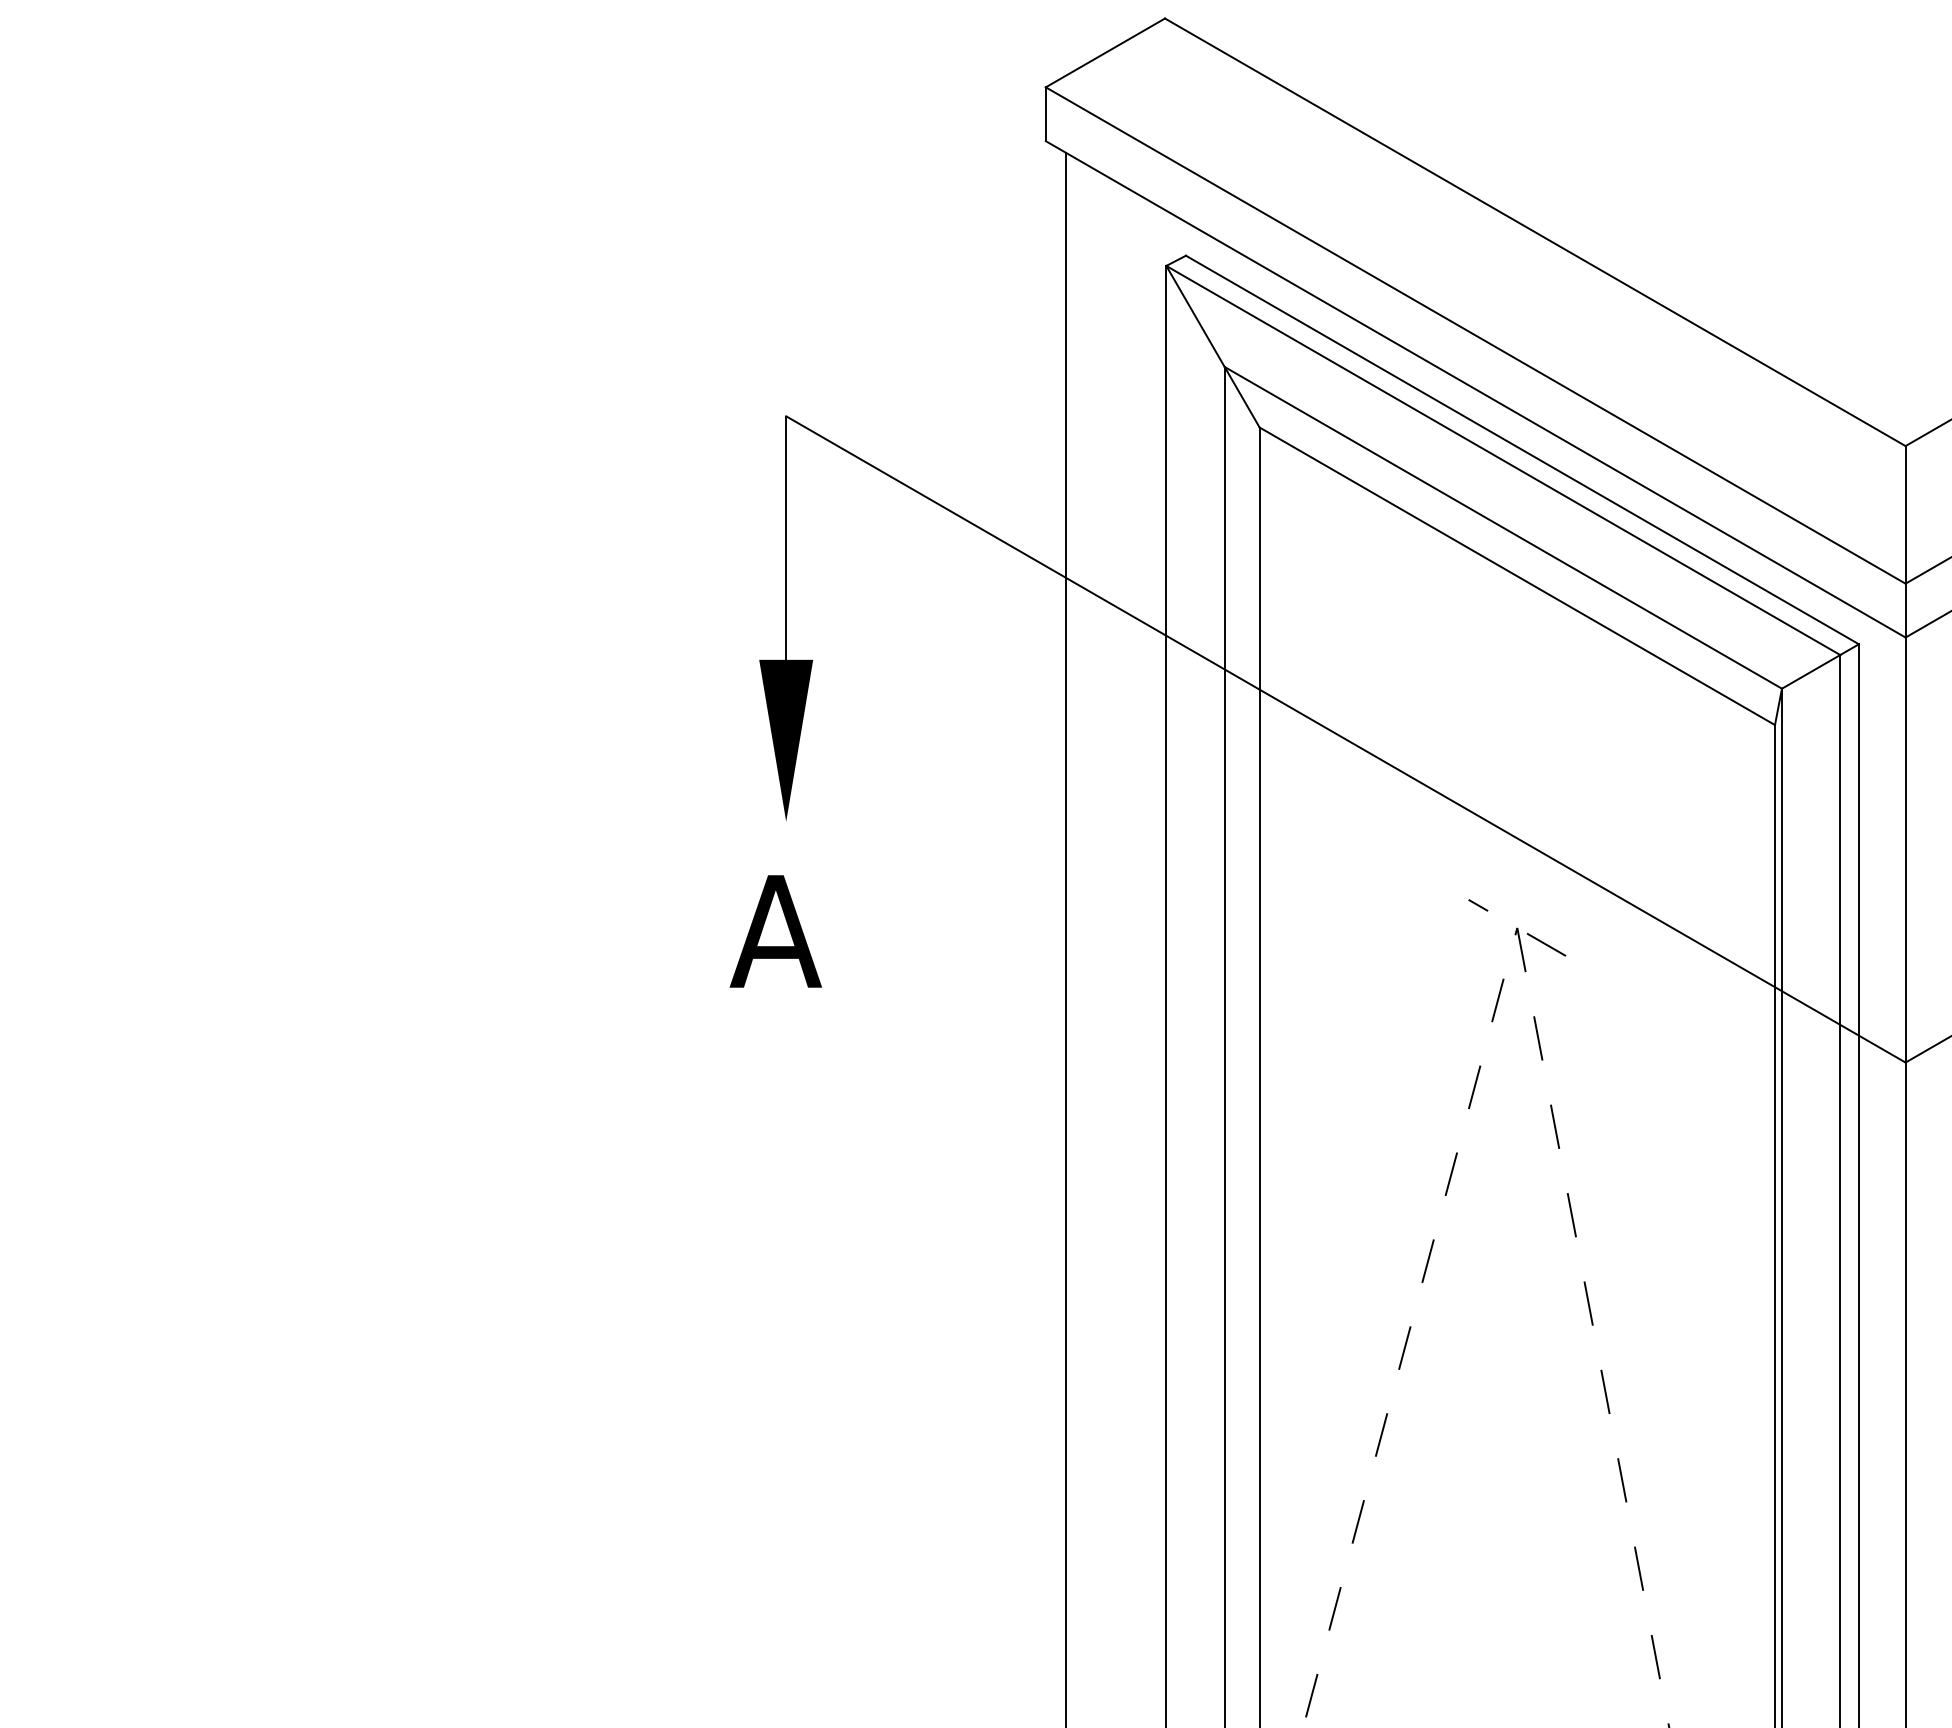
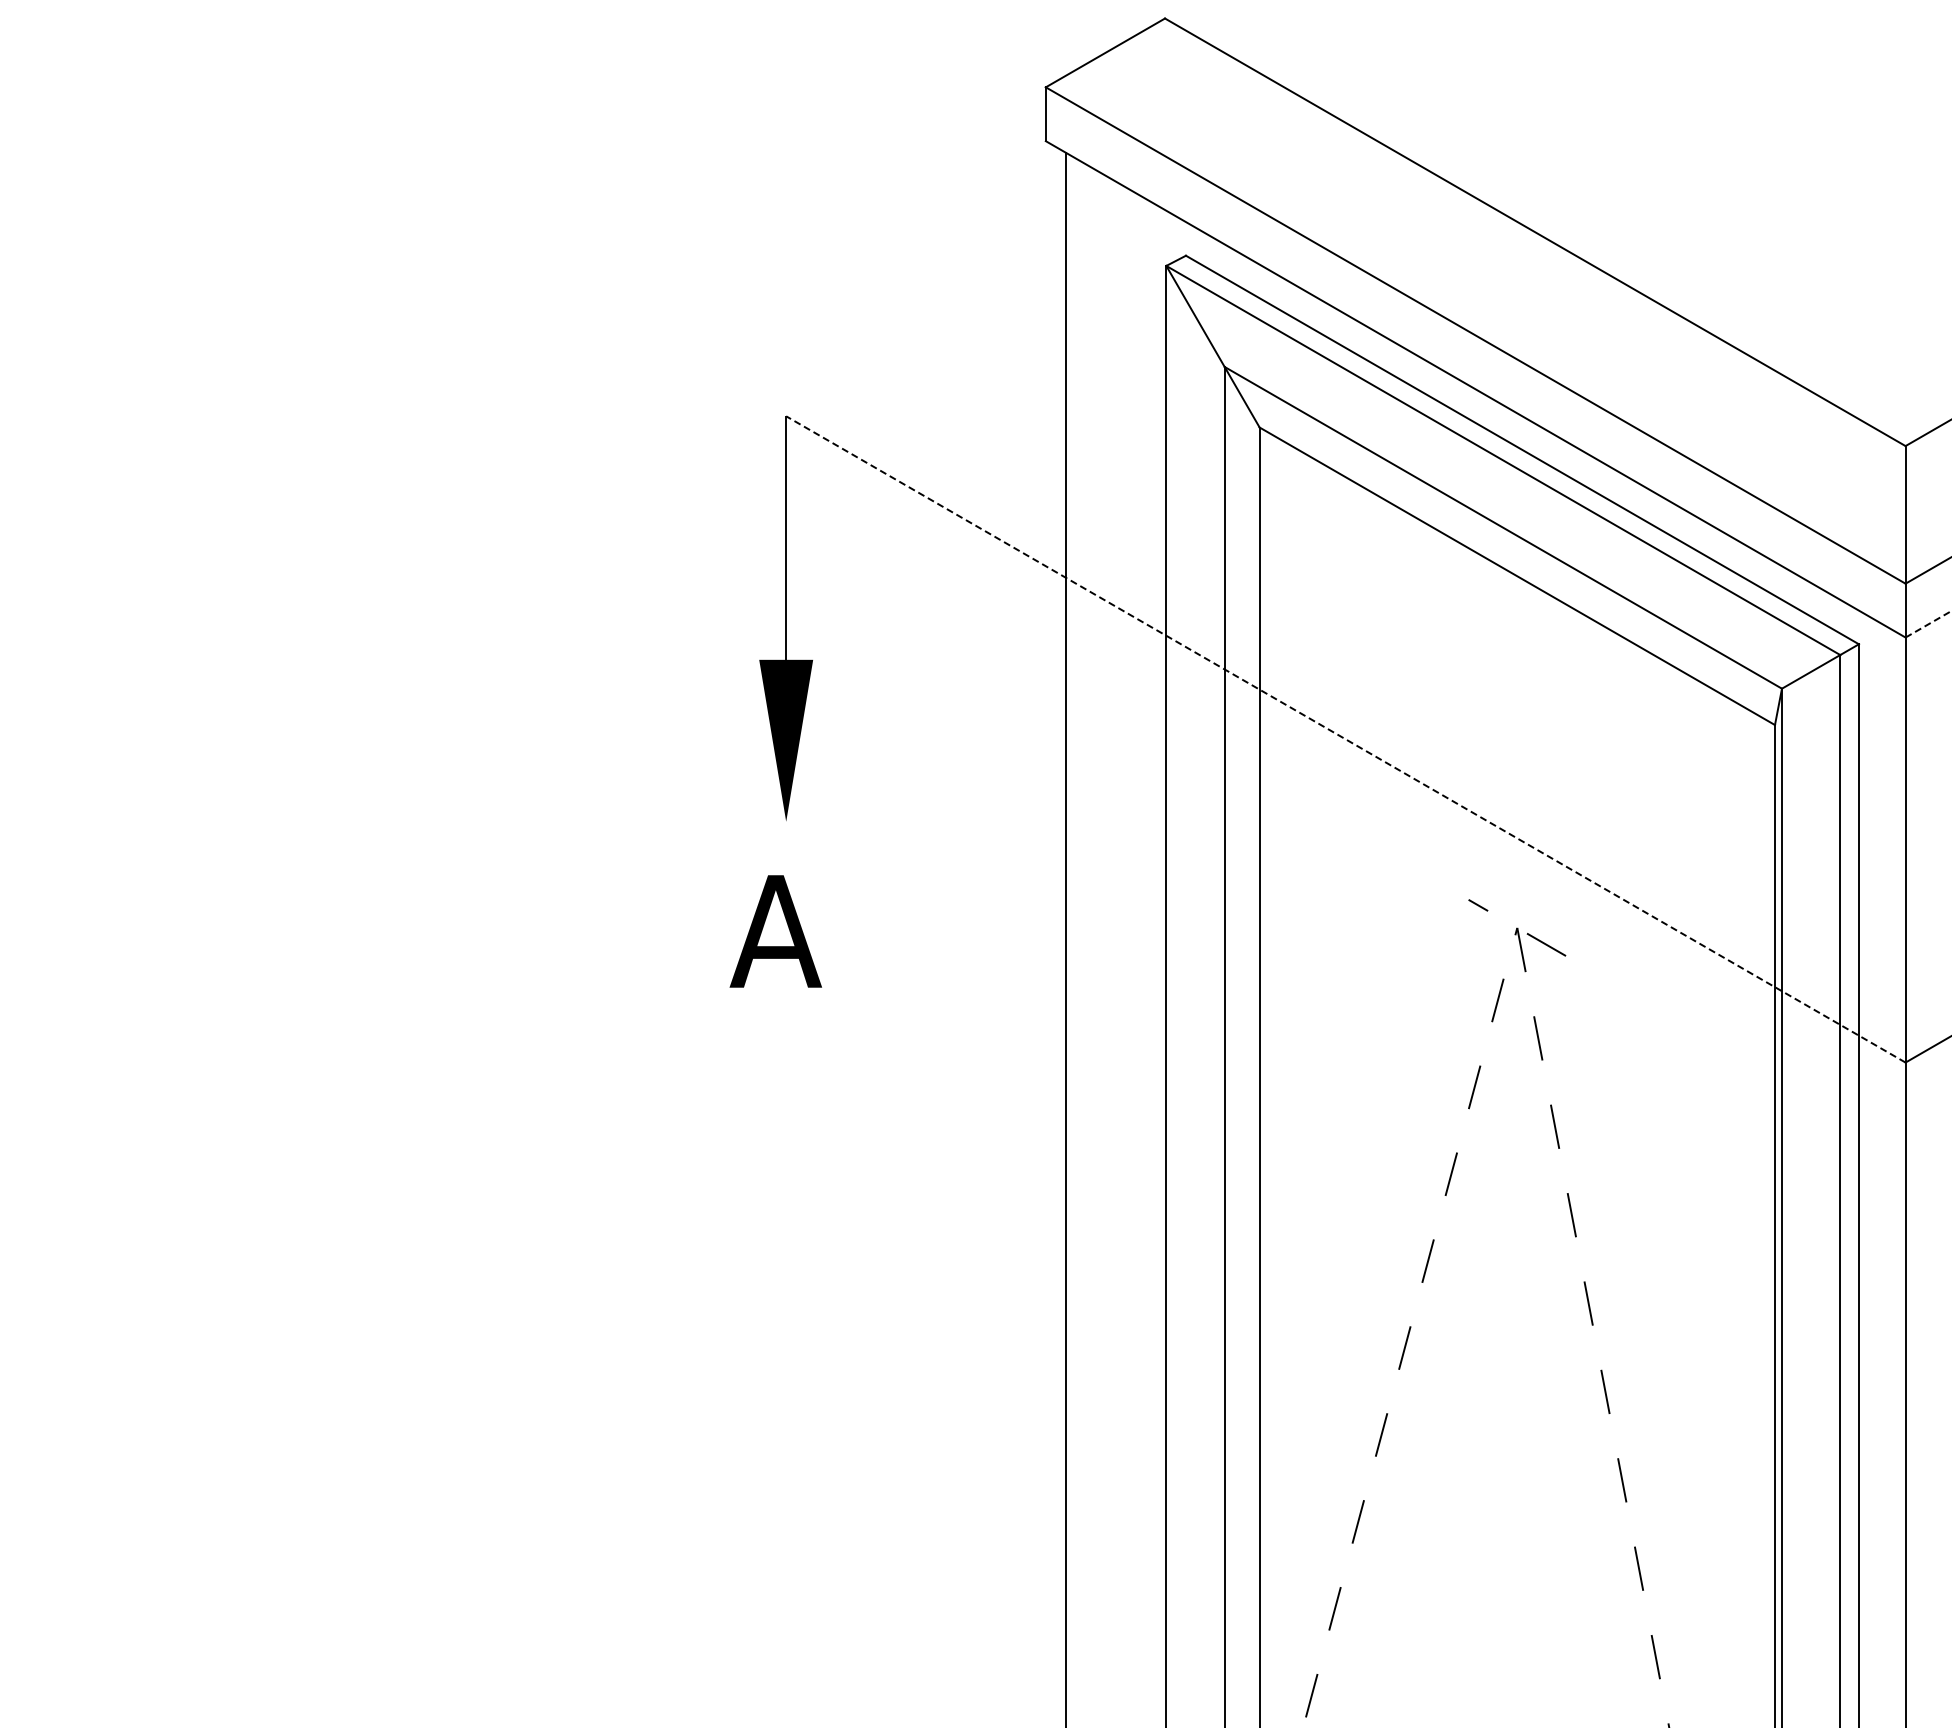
line at (1928, 624): solid -> dashed
line at (1345, 739): solid -> dashed
